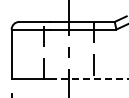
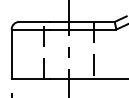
line at (89, 79): dashed -> solid
